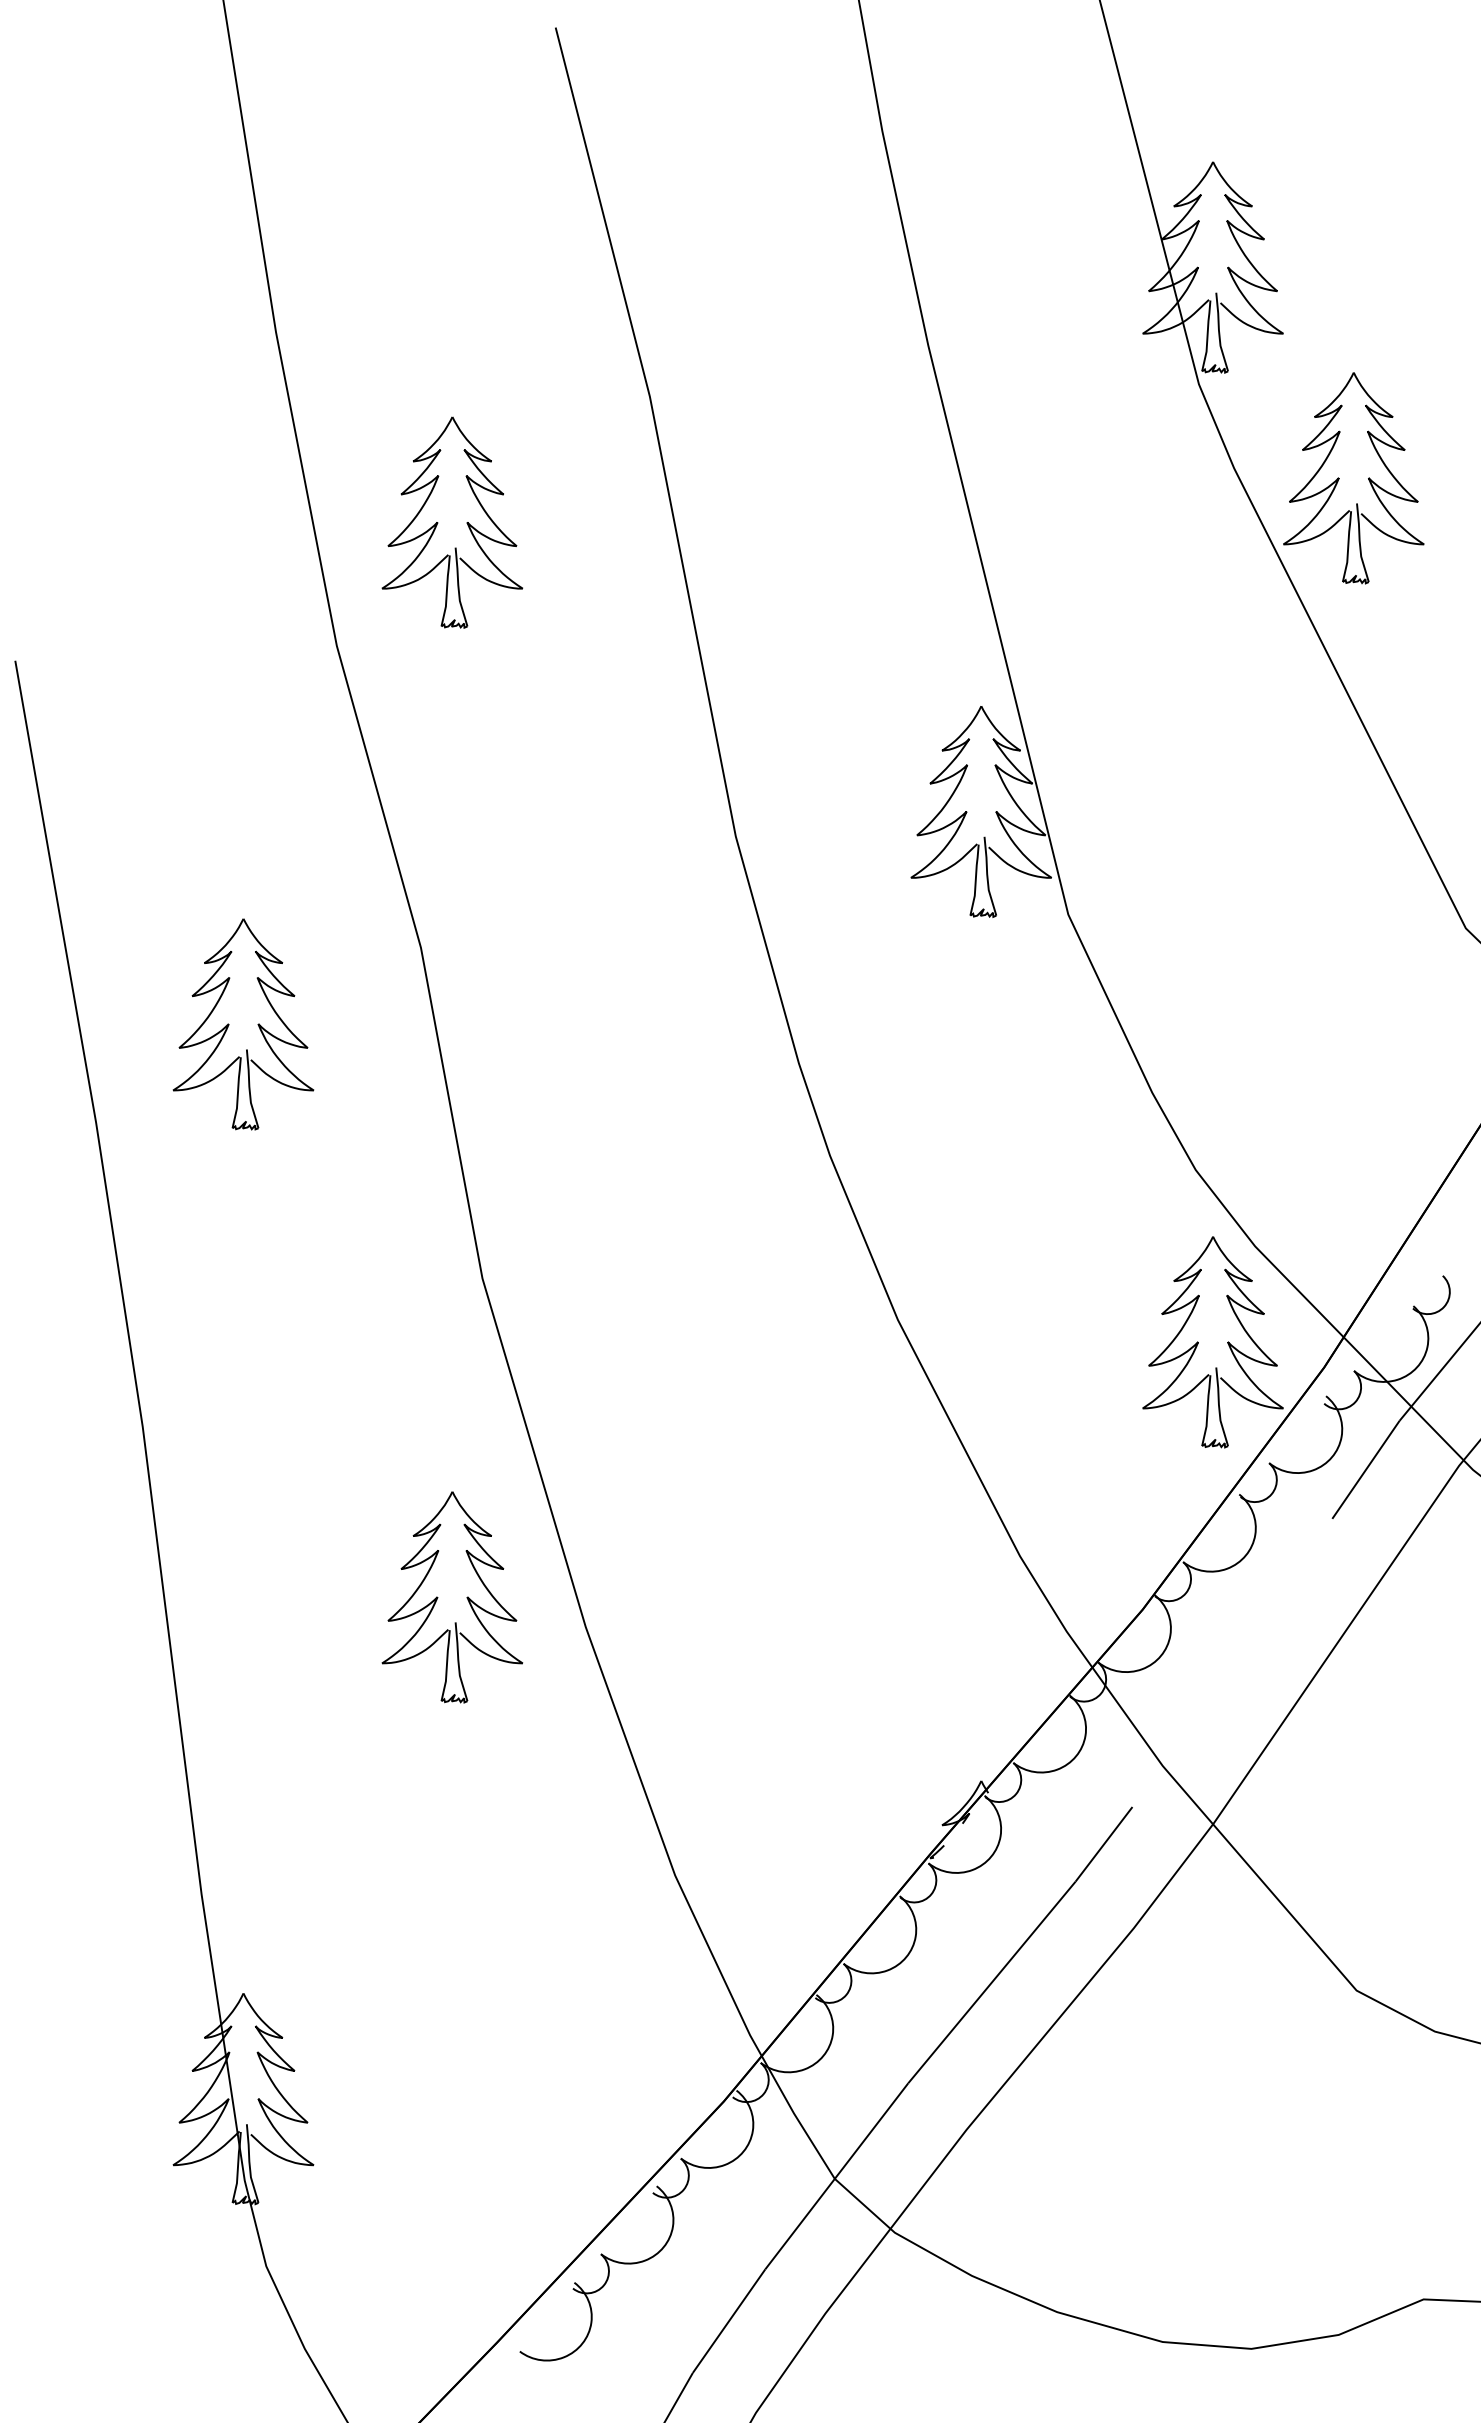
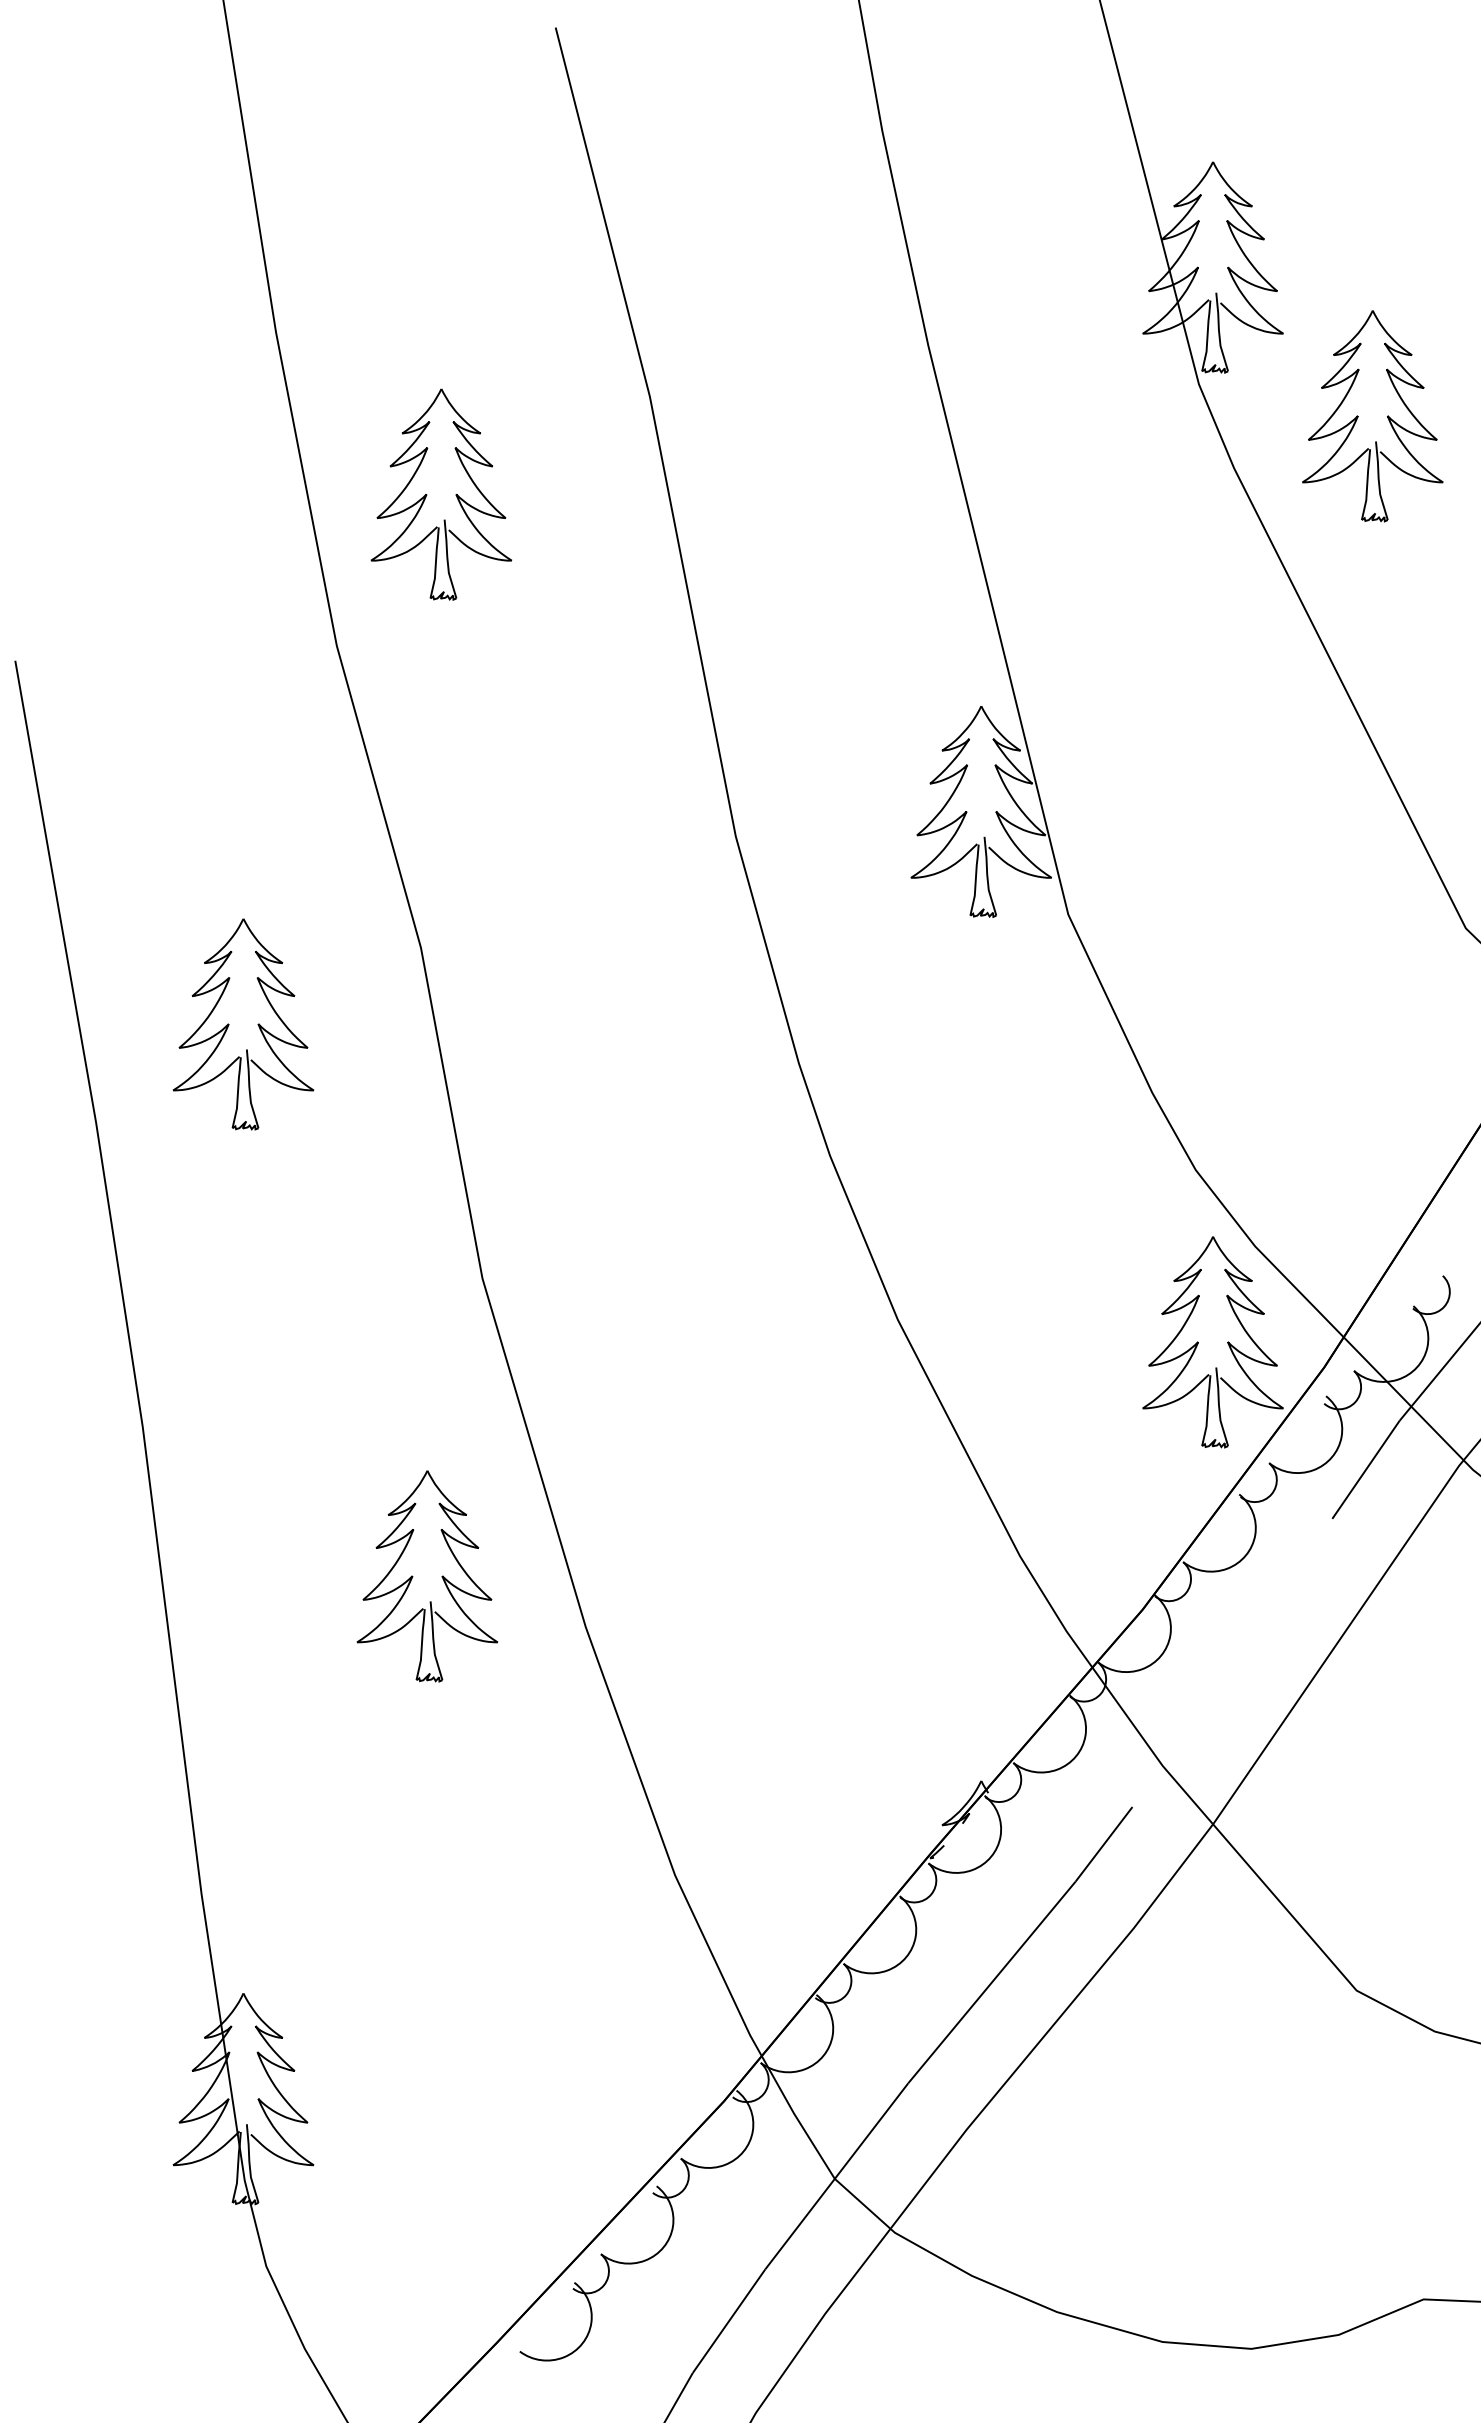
part at (1339, 478) position: (1339, 478) -> (1358, 416)
part at (438, 522) position: (438, 522) -> (427, 494)
part at (438, 1597) position: (438, 1597) -> (413, 1576)
